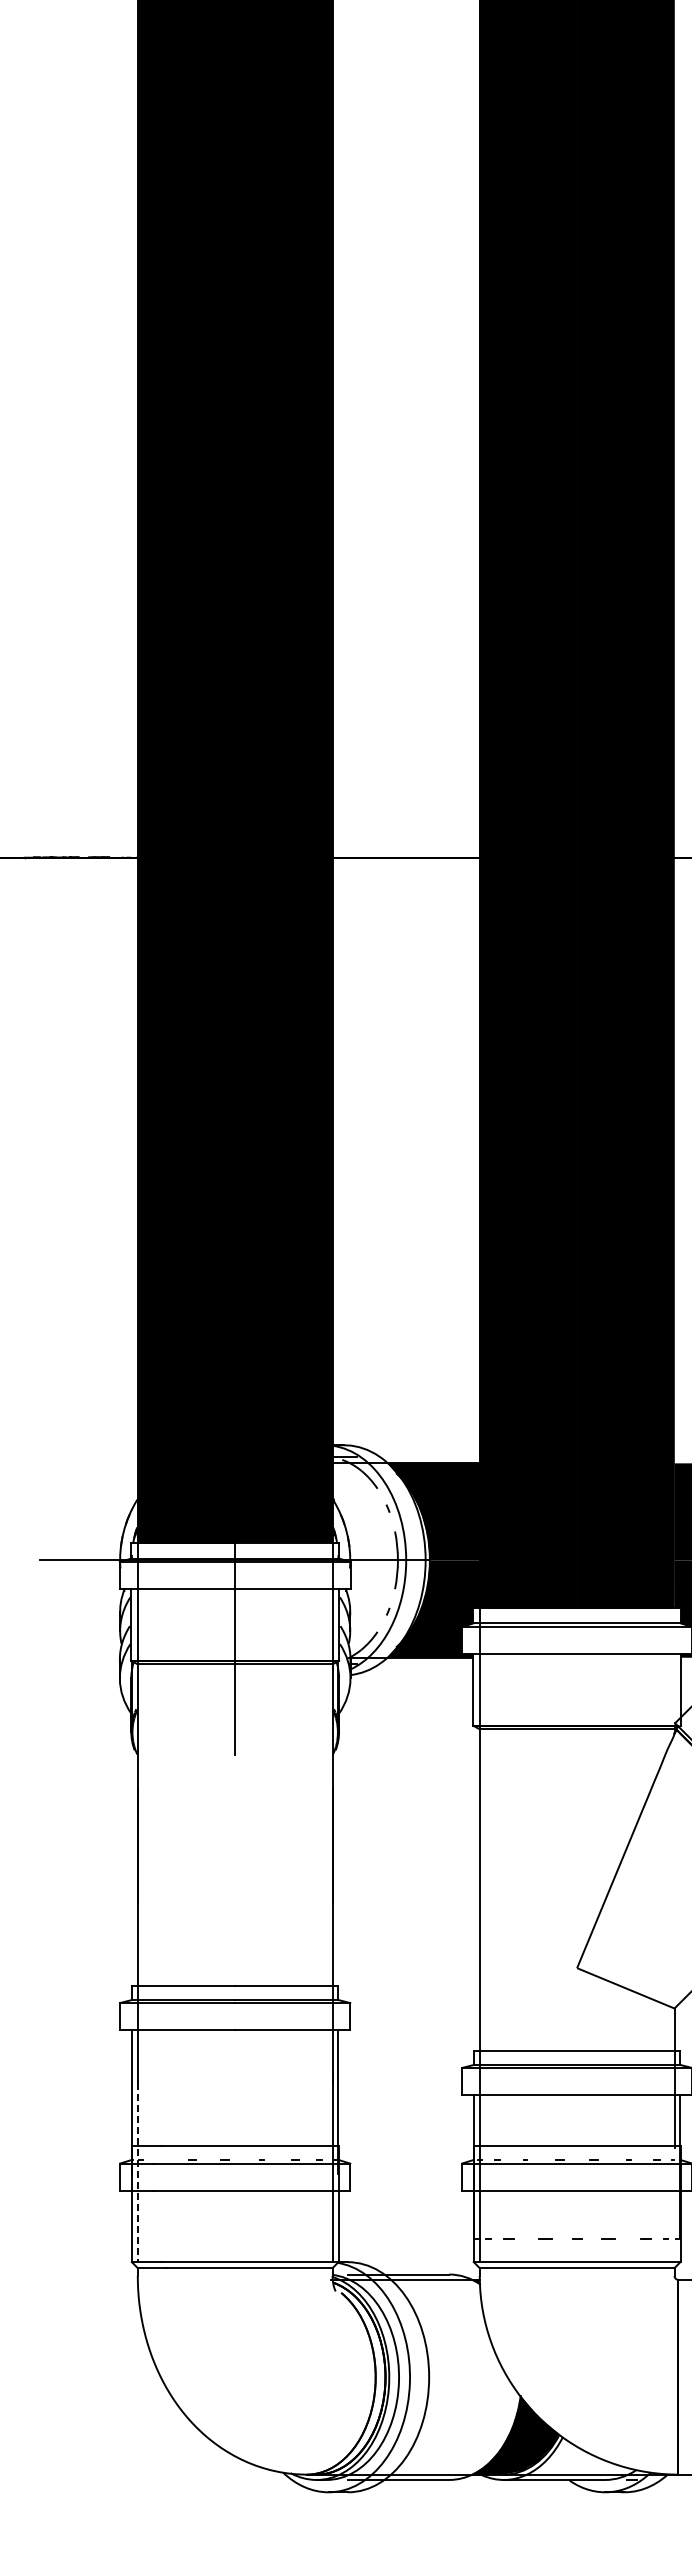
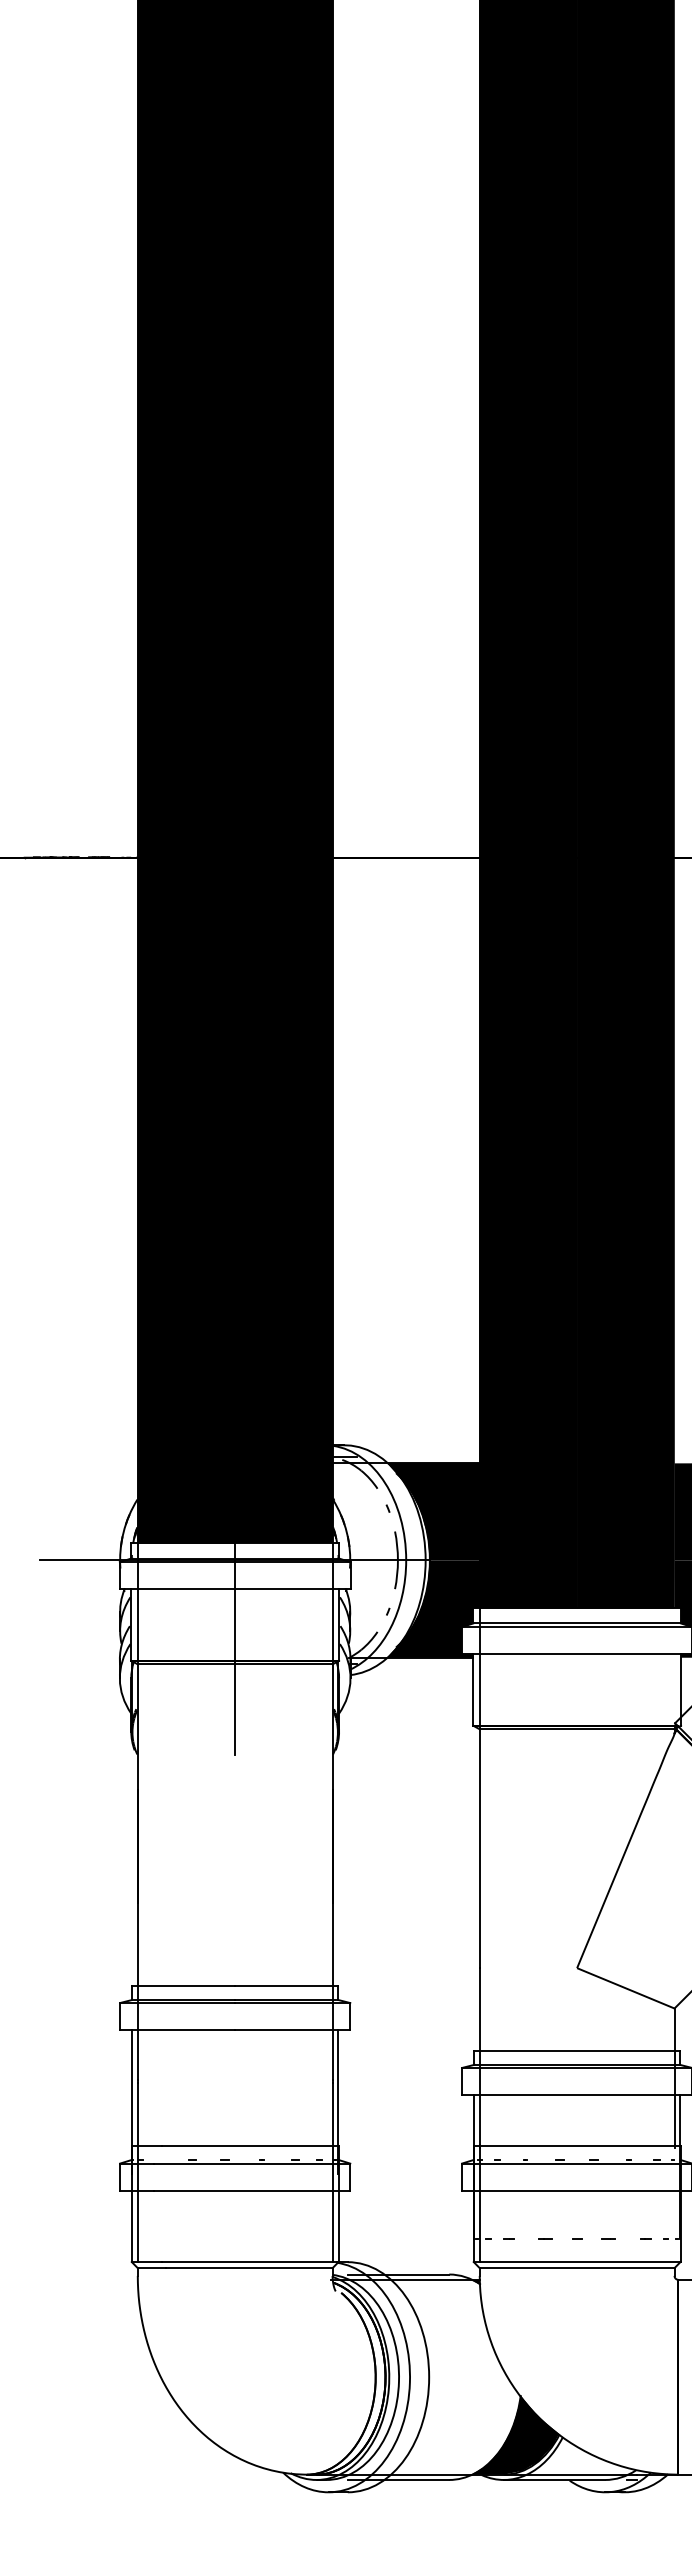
line at (137, 2173): dashed -> solid
